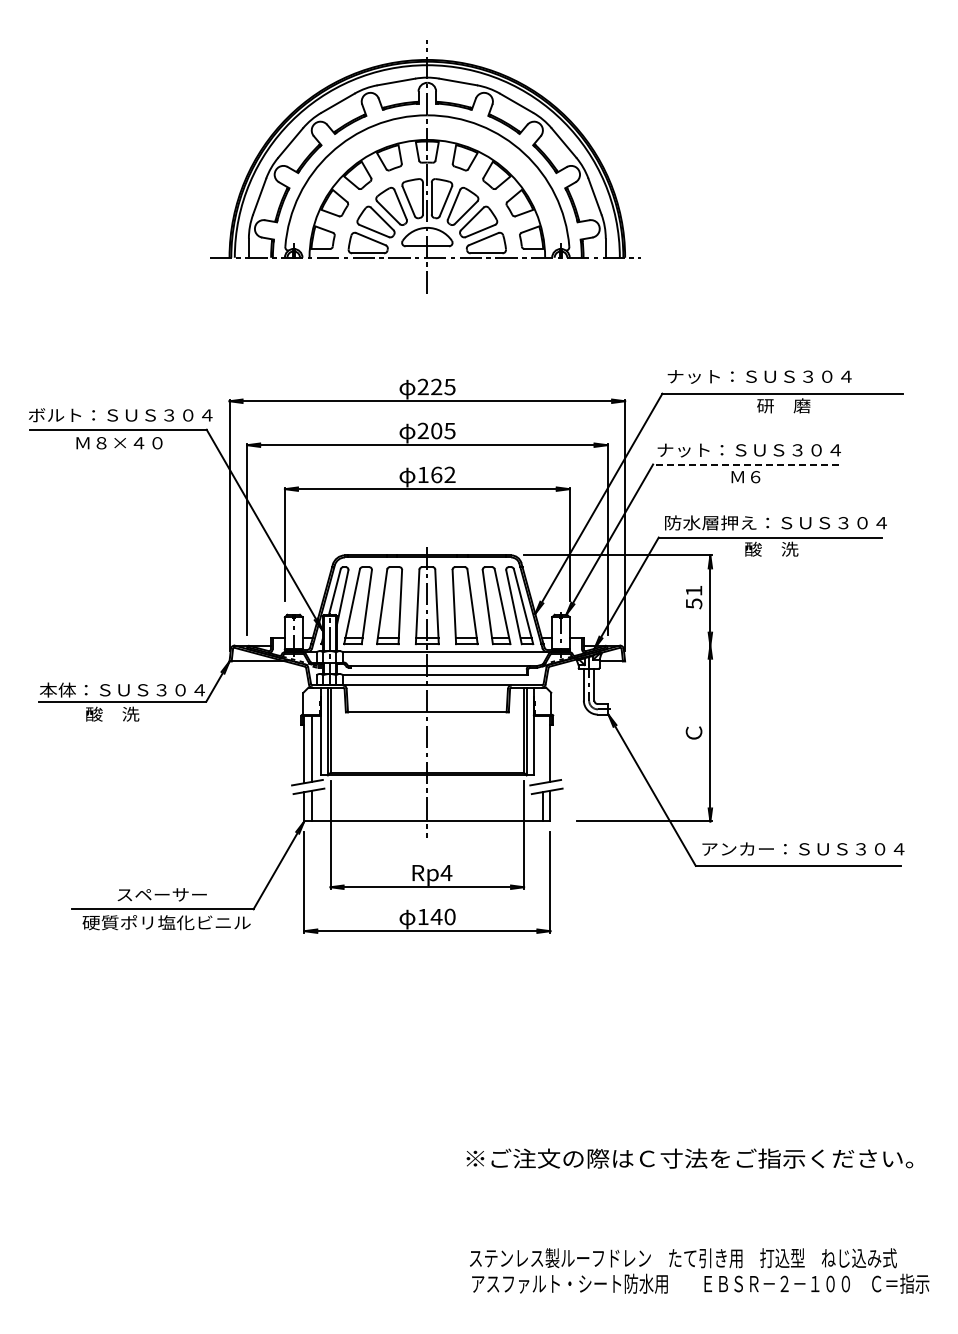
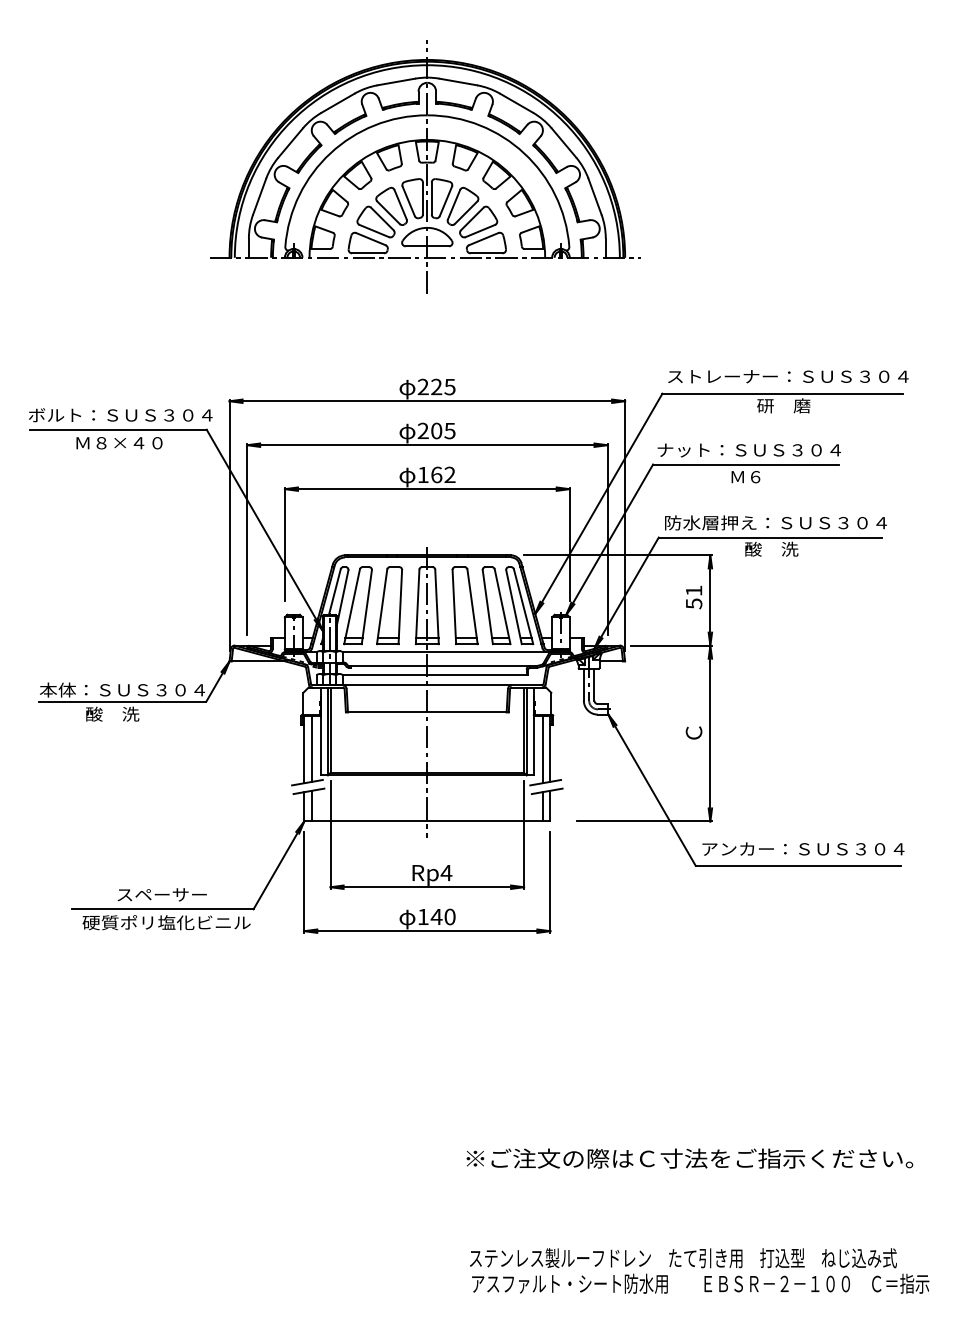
text at (787, 376): ナット：ＳＵＳ３０４ -> ストレーナー：ＳＵＳ３０４
line at (746, 464): dashed -> solid
line at (671, 645): none -> present
line at (542, 749): none -> present
